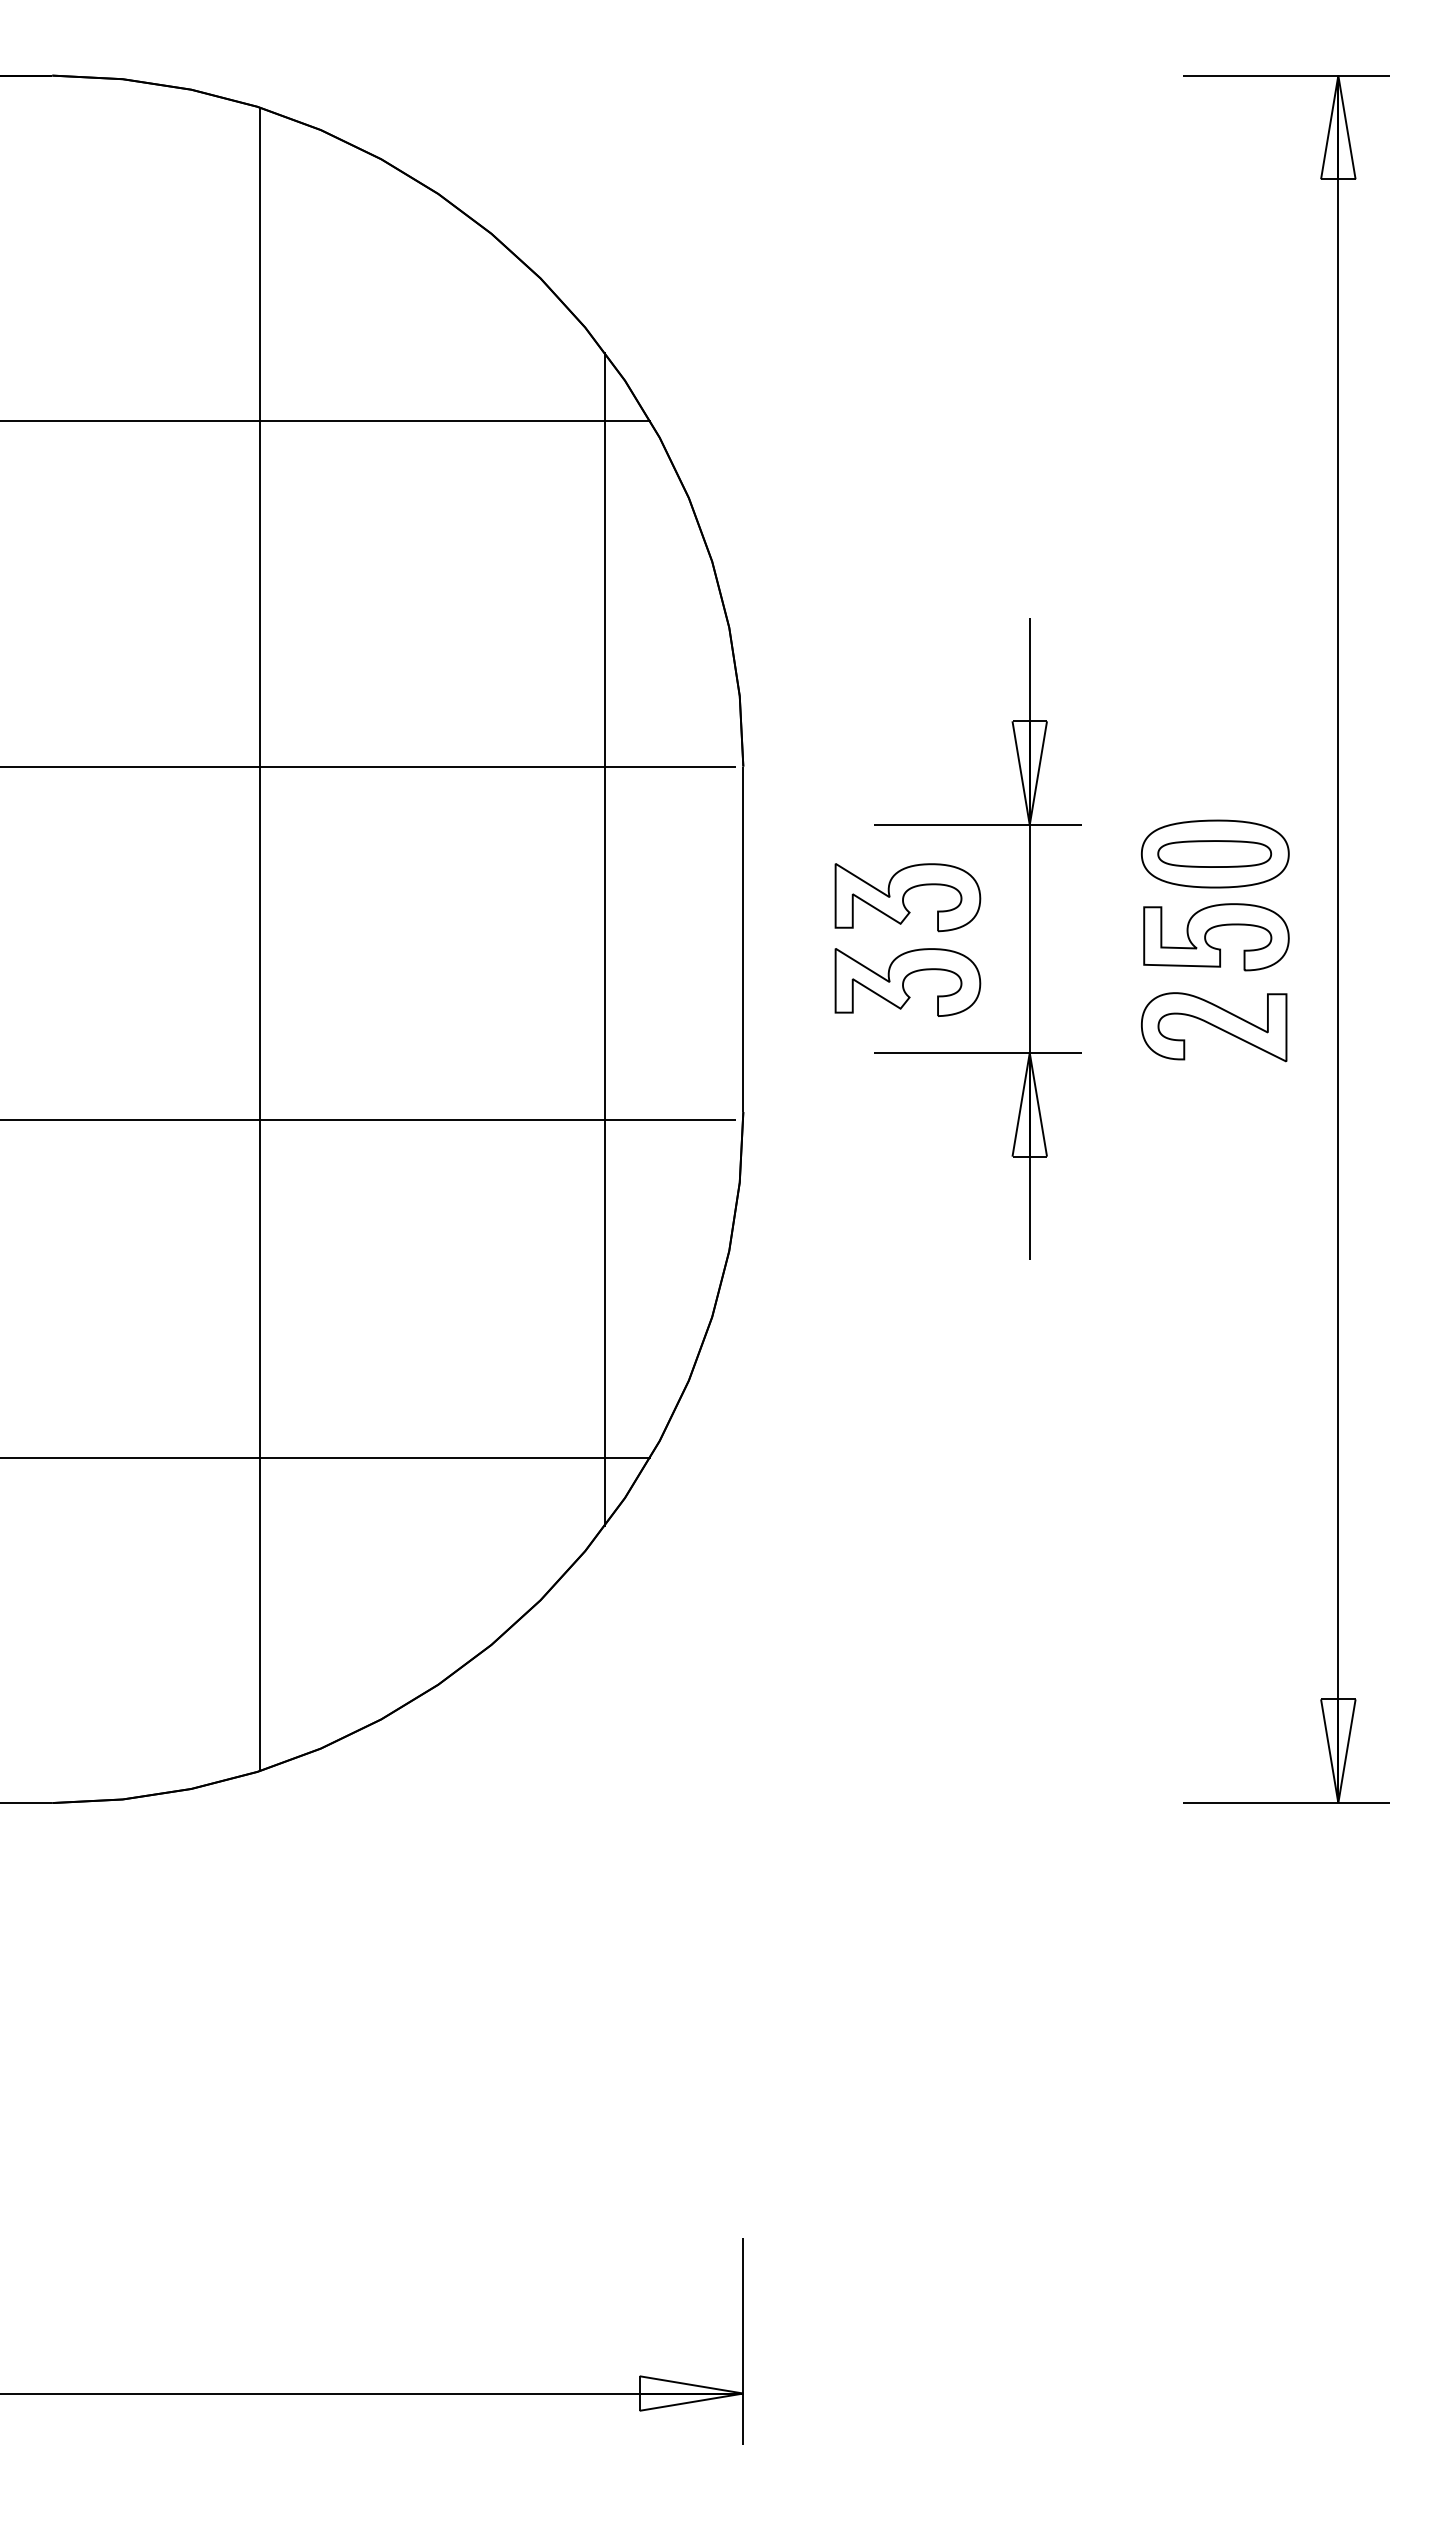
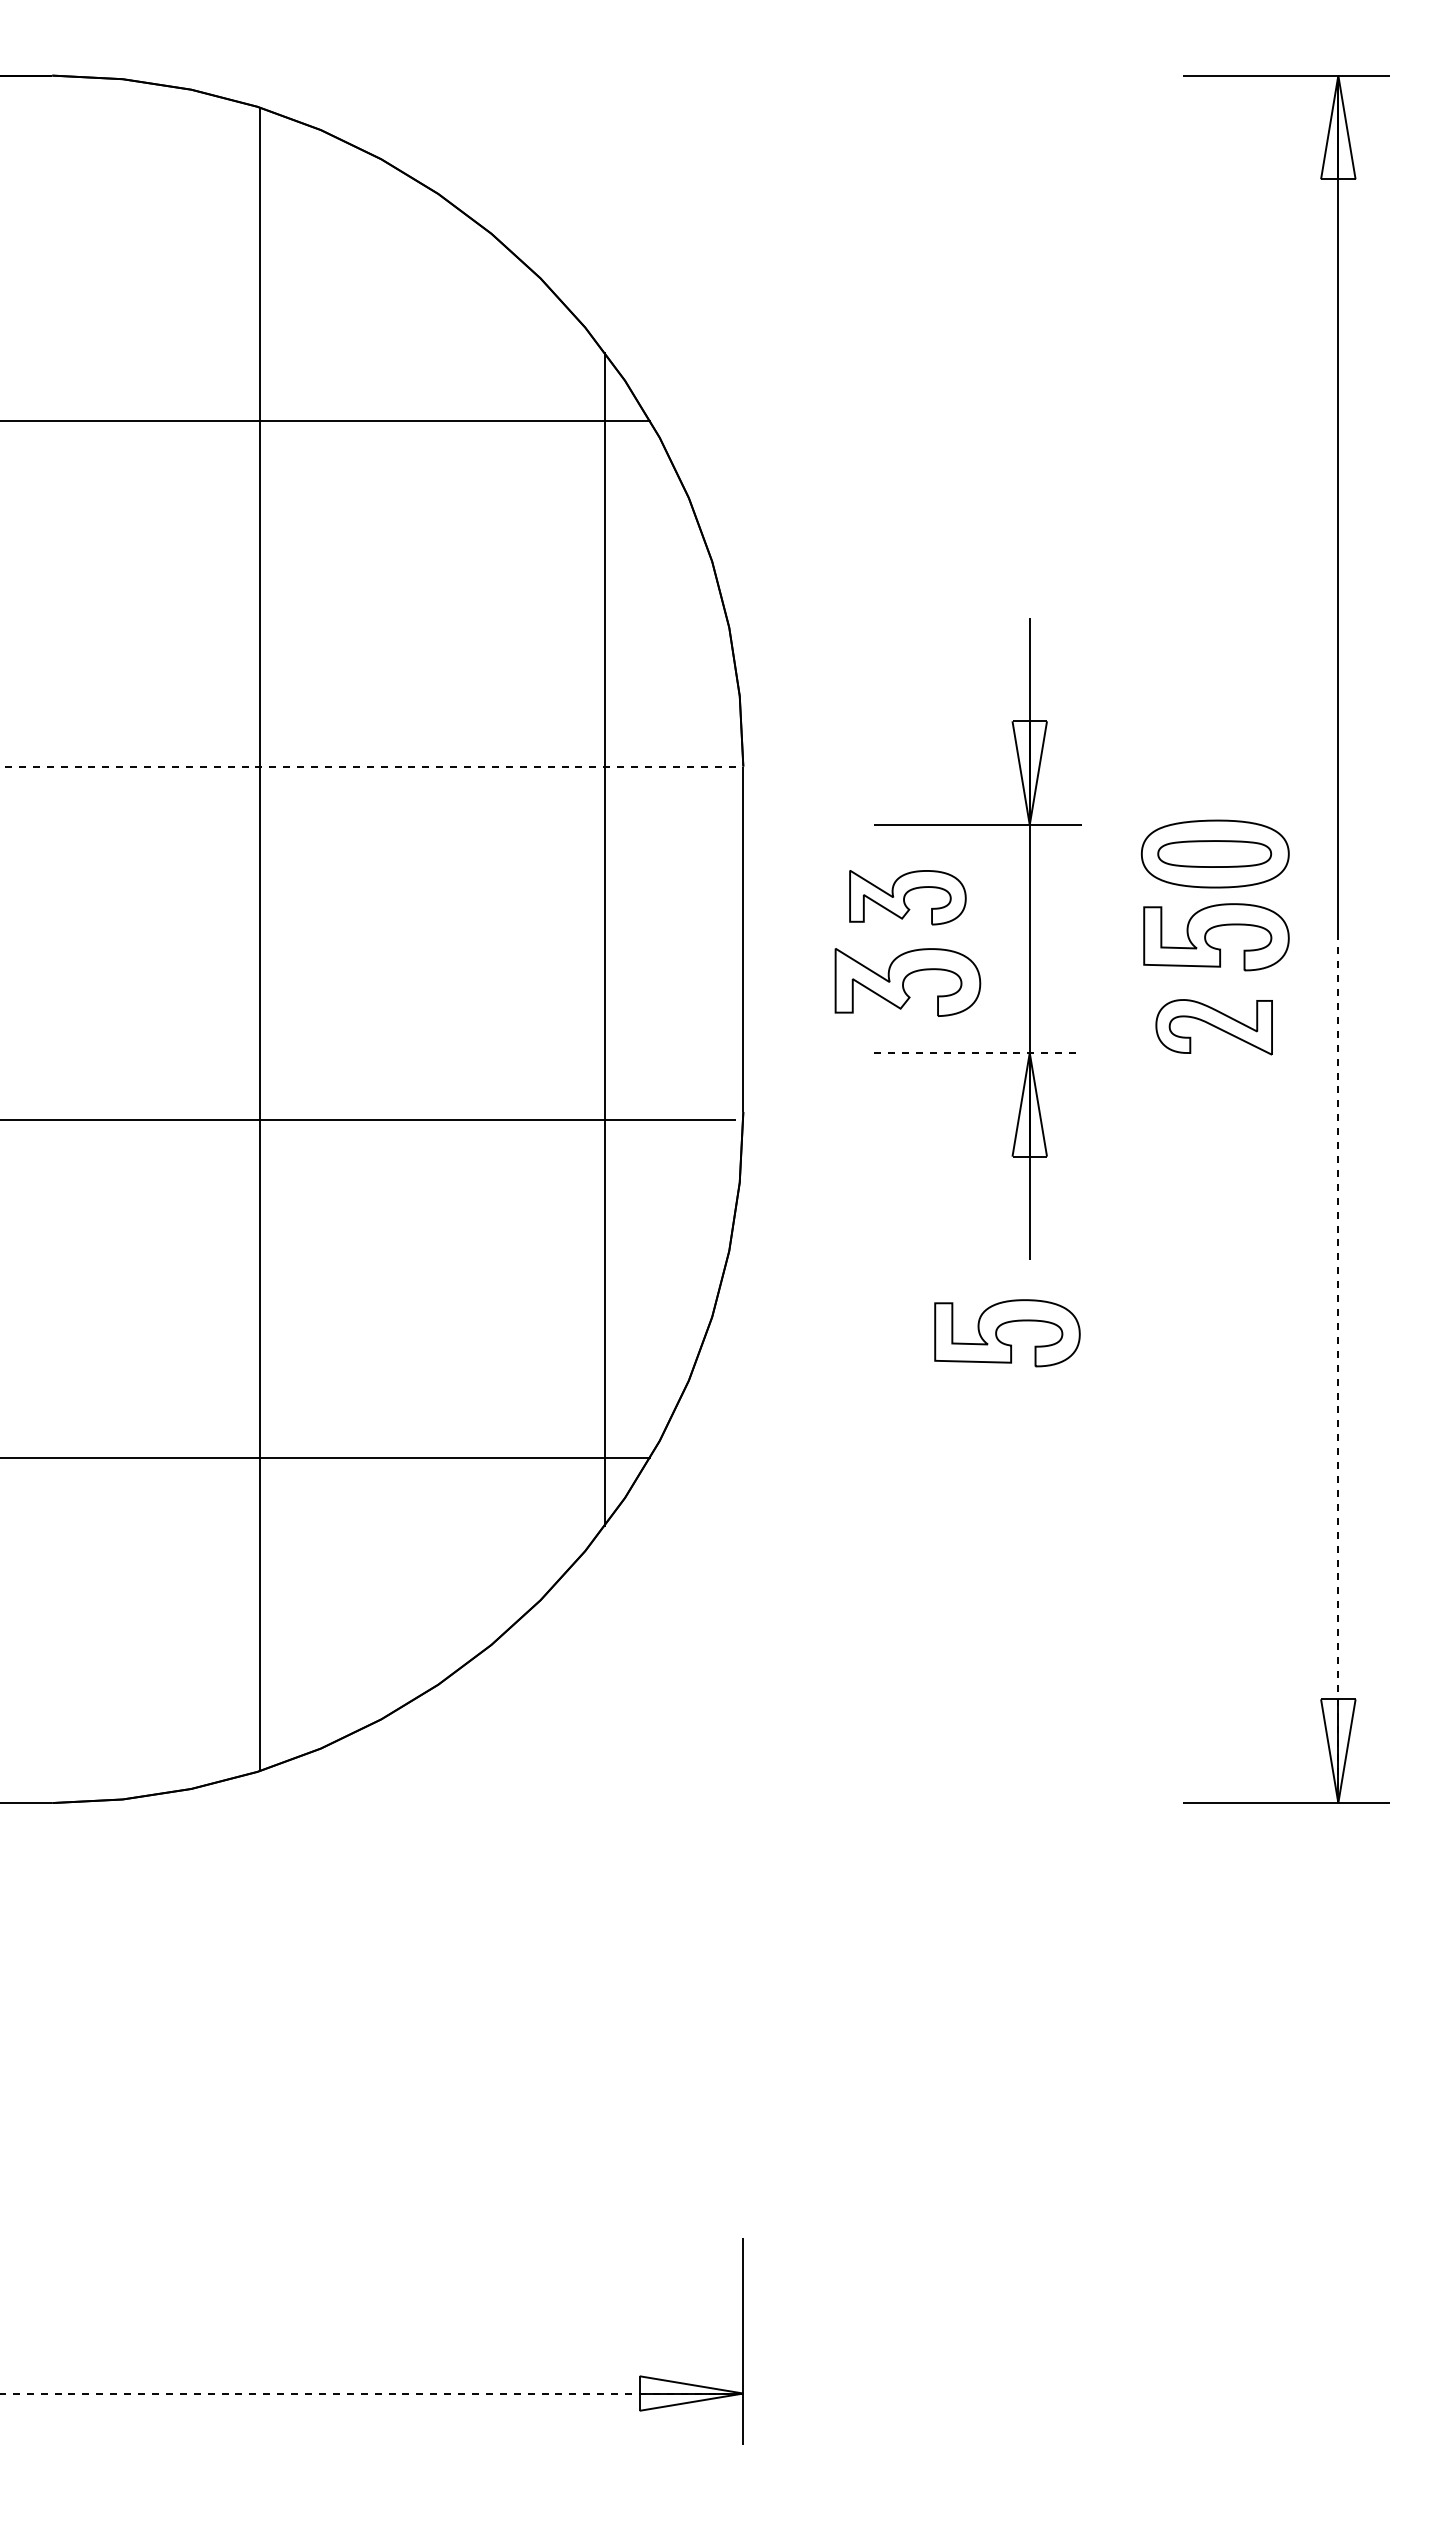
line at (367, 767): solid -> dashed
part at (907, 897) size: 148x70 px -> 118x56 px
part at (1214, 1027) size: 147x71 px -> 118x57 px
line at (977, 1053): solid -> dashed
part at (1002, 1325): none -> present
line at (1338, 1371): solid -> dashed
line at (371, 2393): solid -> dashed
